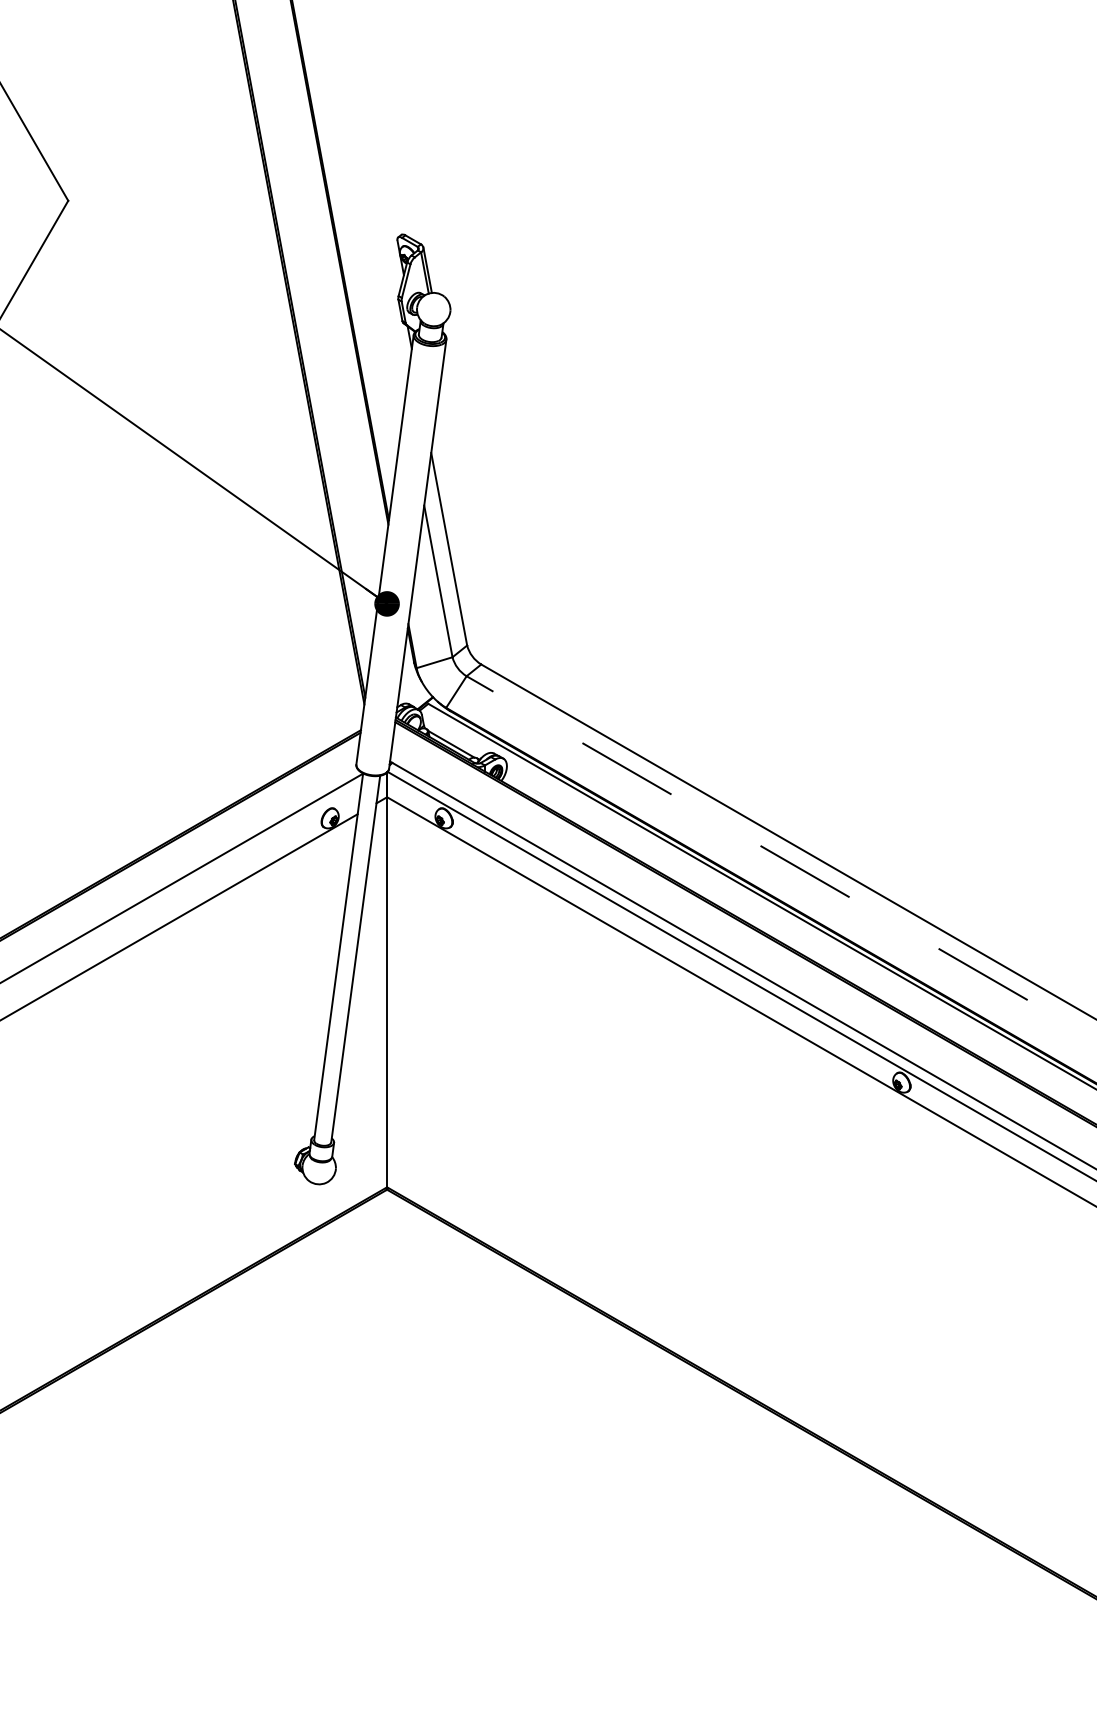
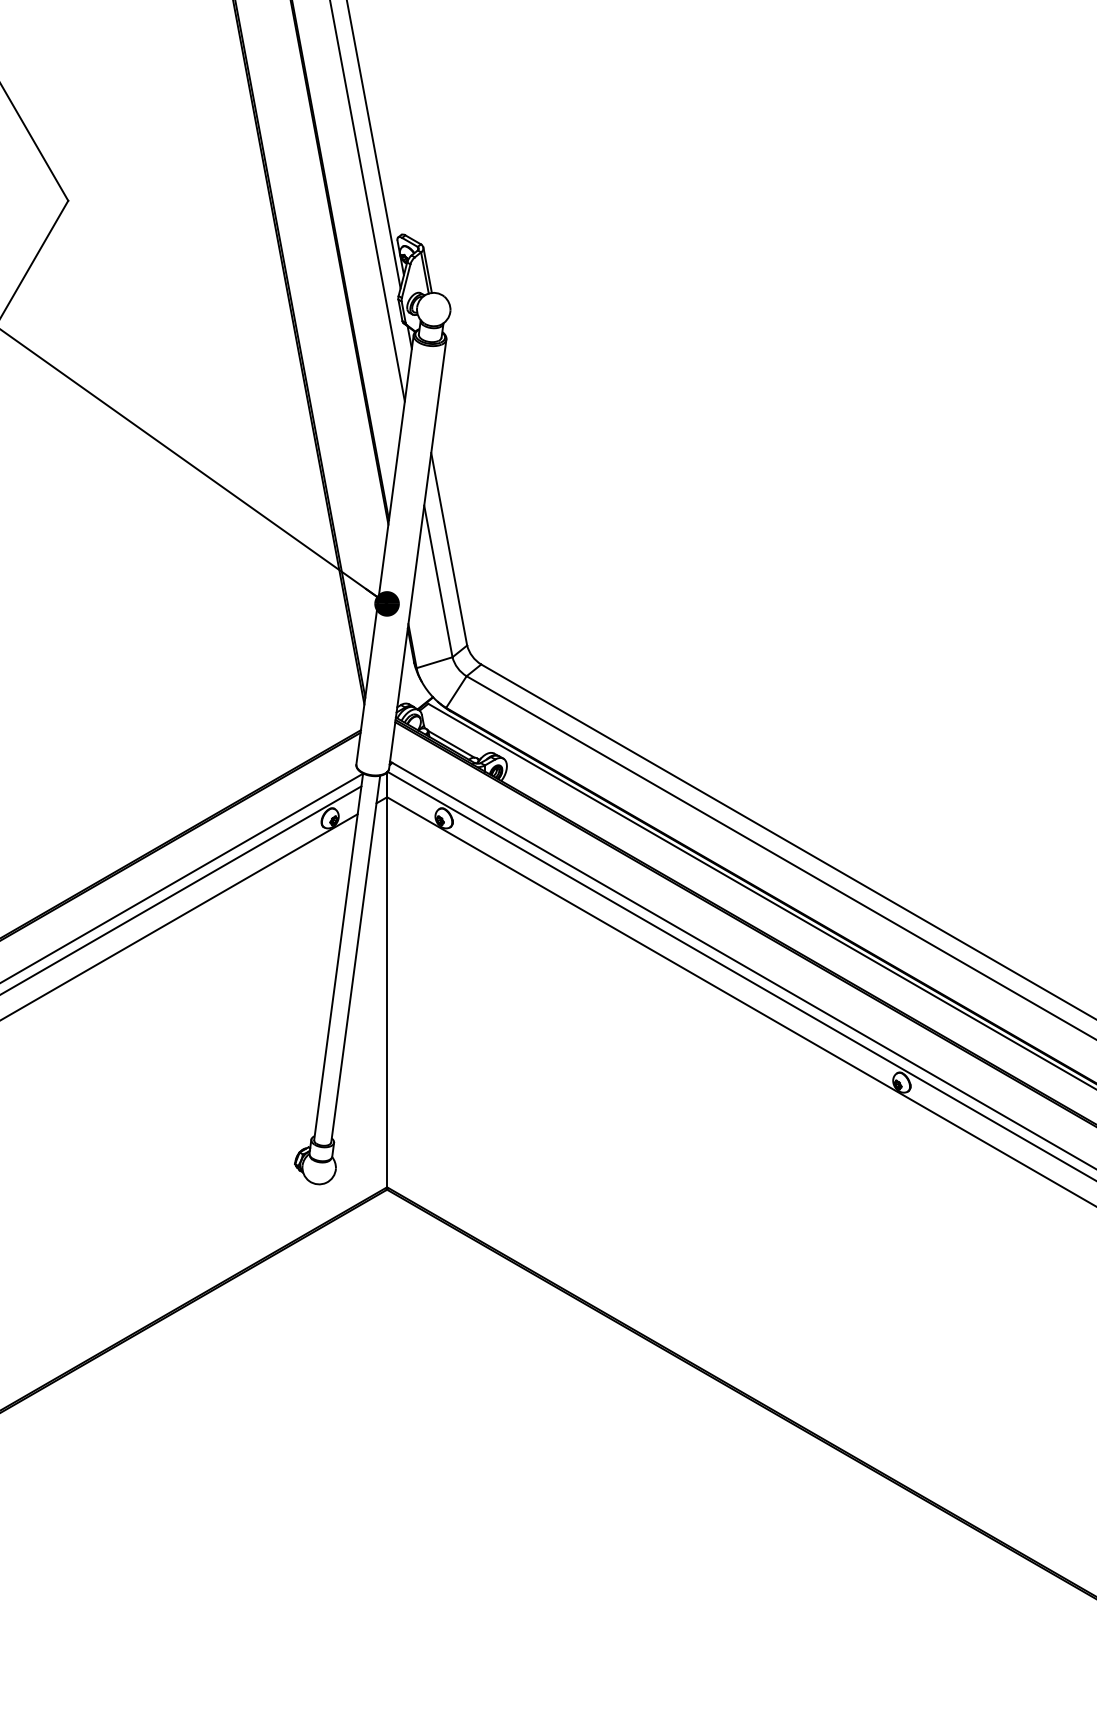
line at (373, 145): none -> present
line at (367, 201): none -> present
line at (781, 858): dashed -> solid
line at (181, 889): none -> present
